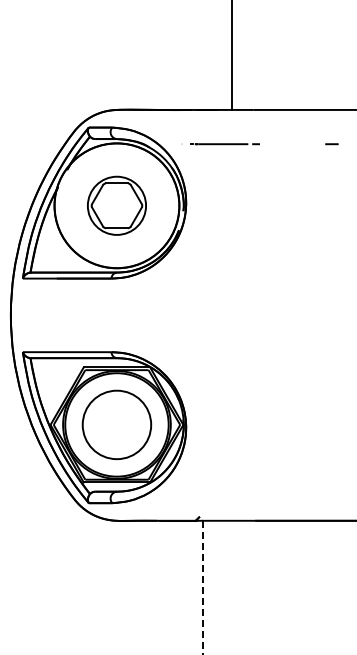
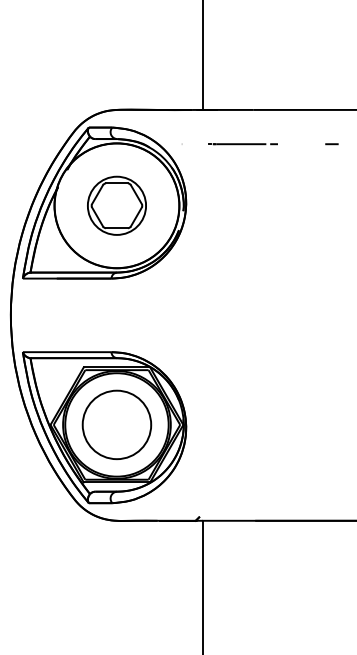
line at (231, 55) position: (231, 55) -> (202, 55)
line at (224, 144) position: (224, 144) -> (242, 144)
line at (202, 587): dashed -> solid
